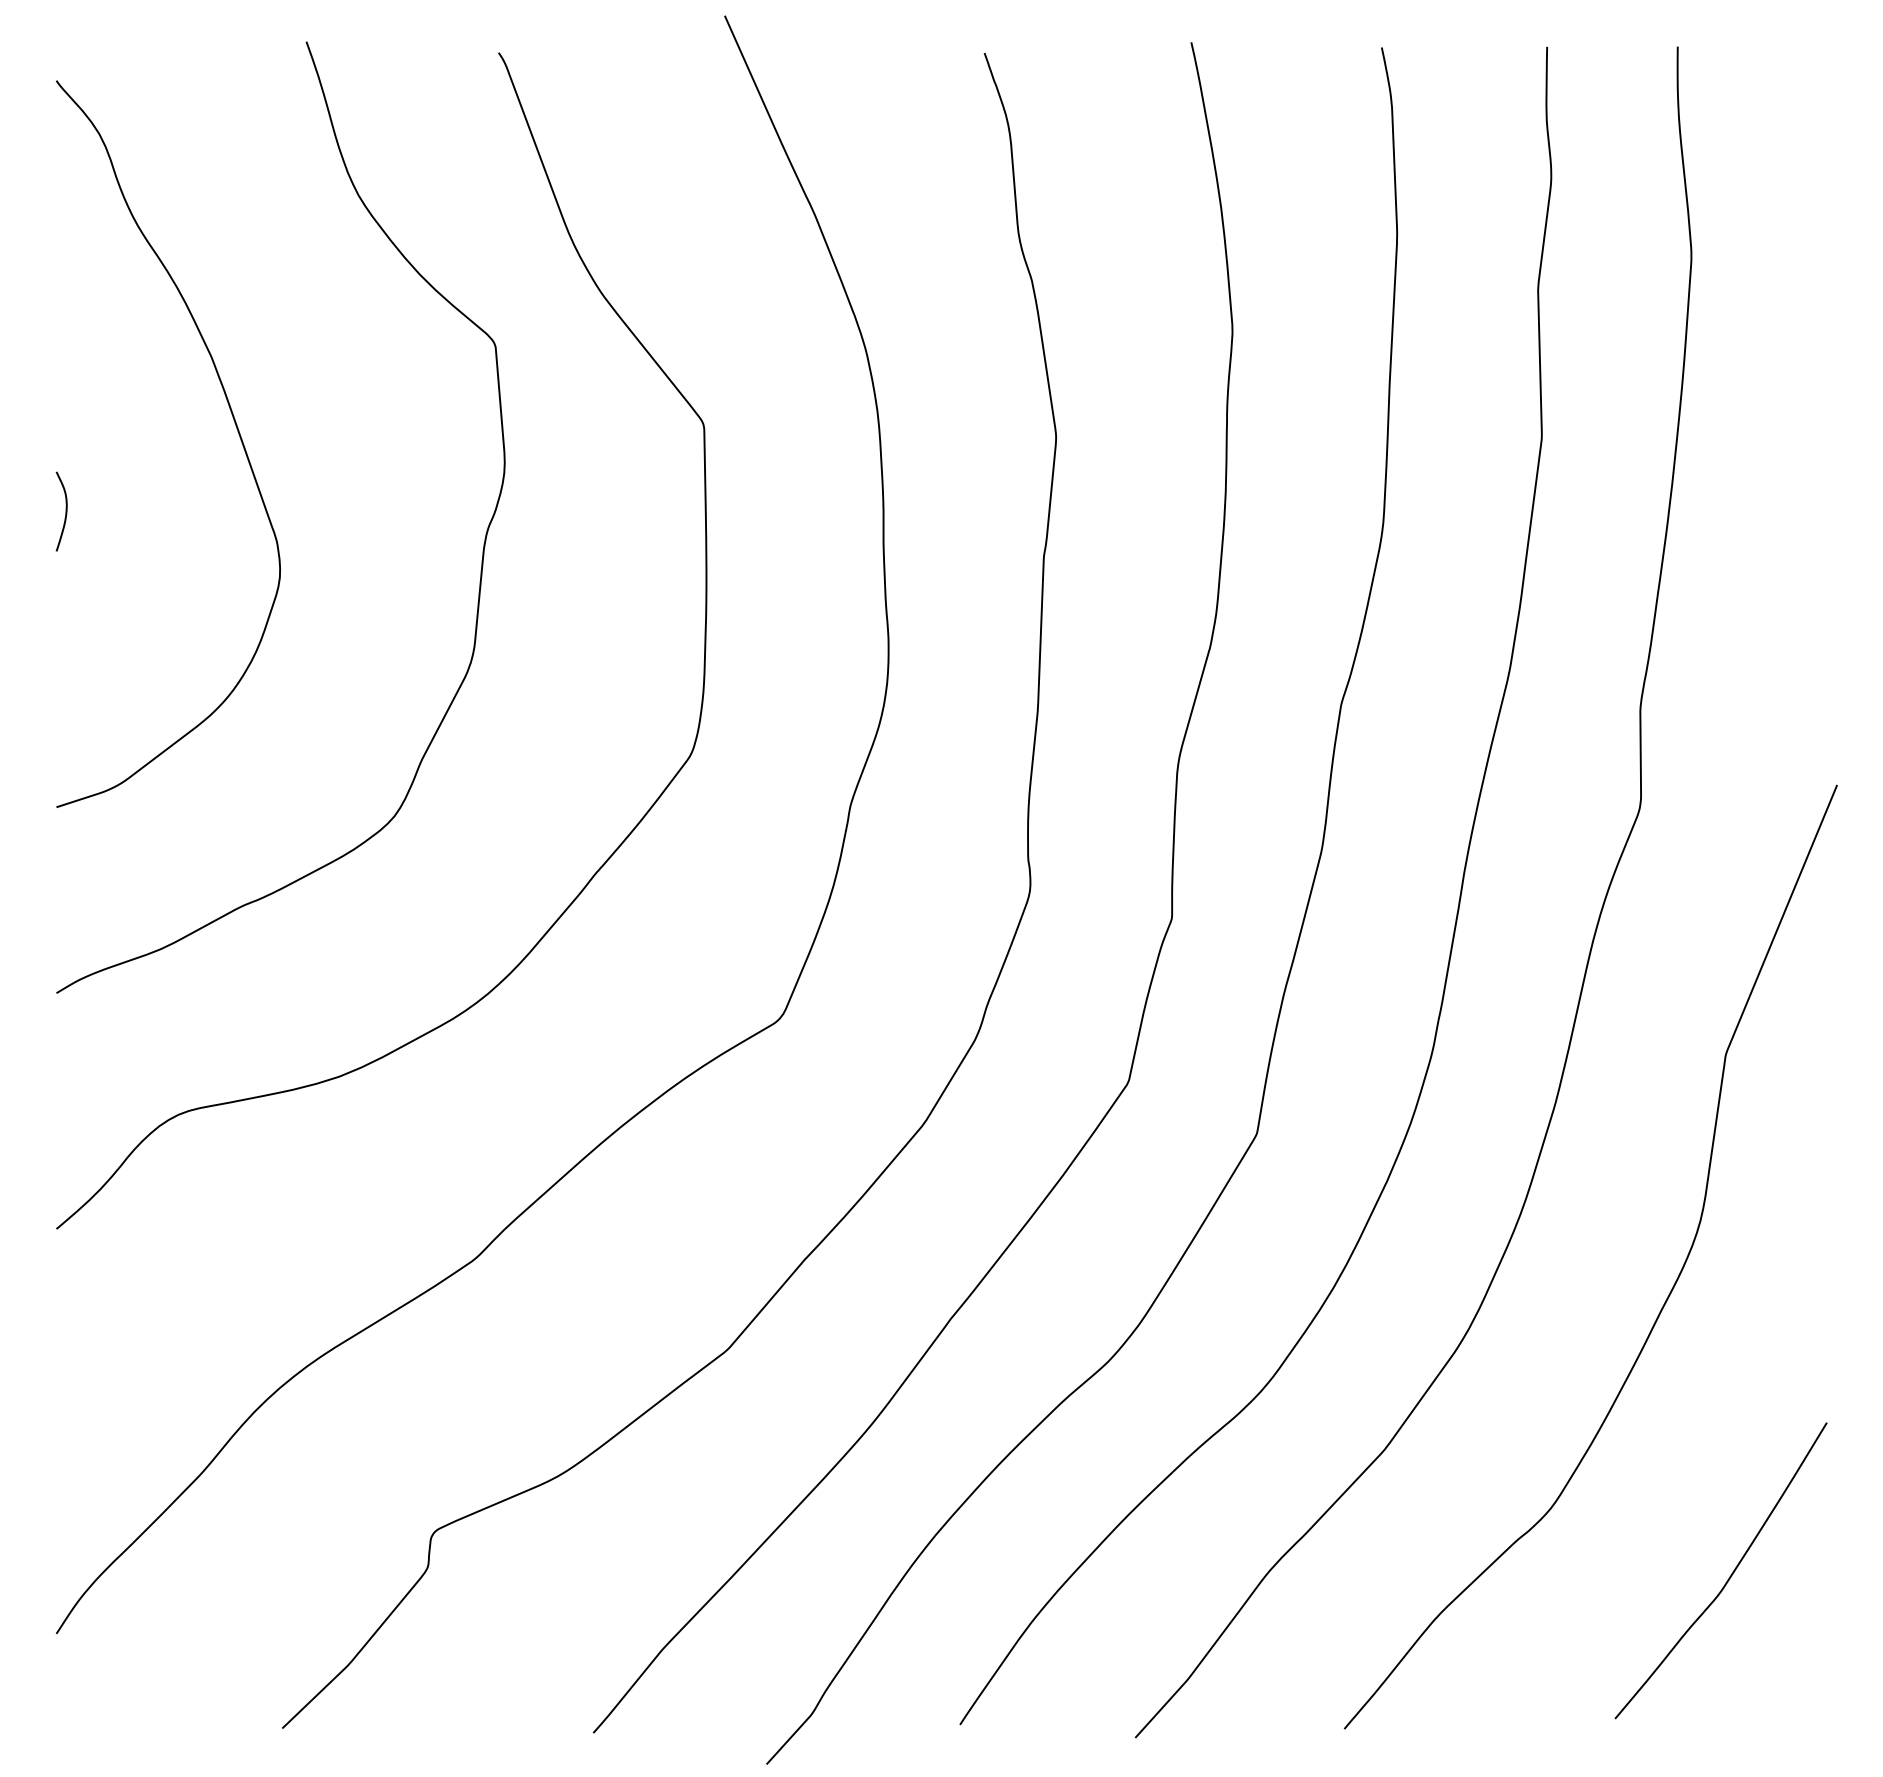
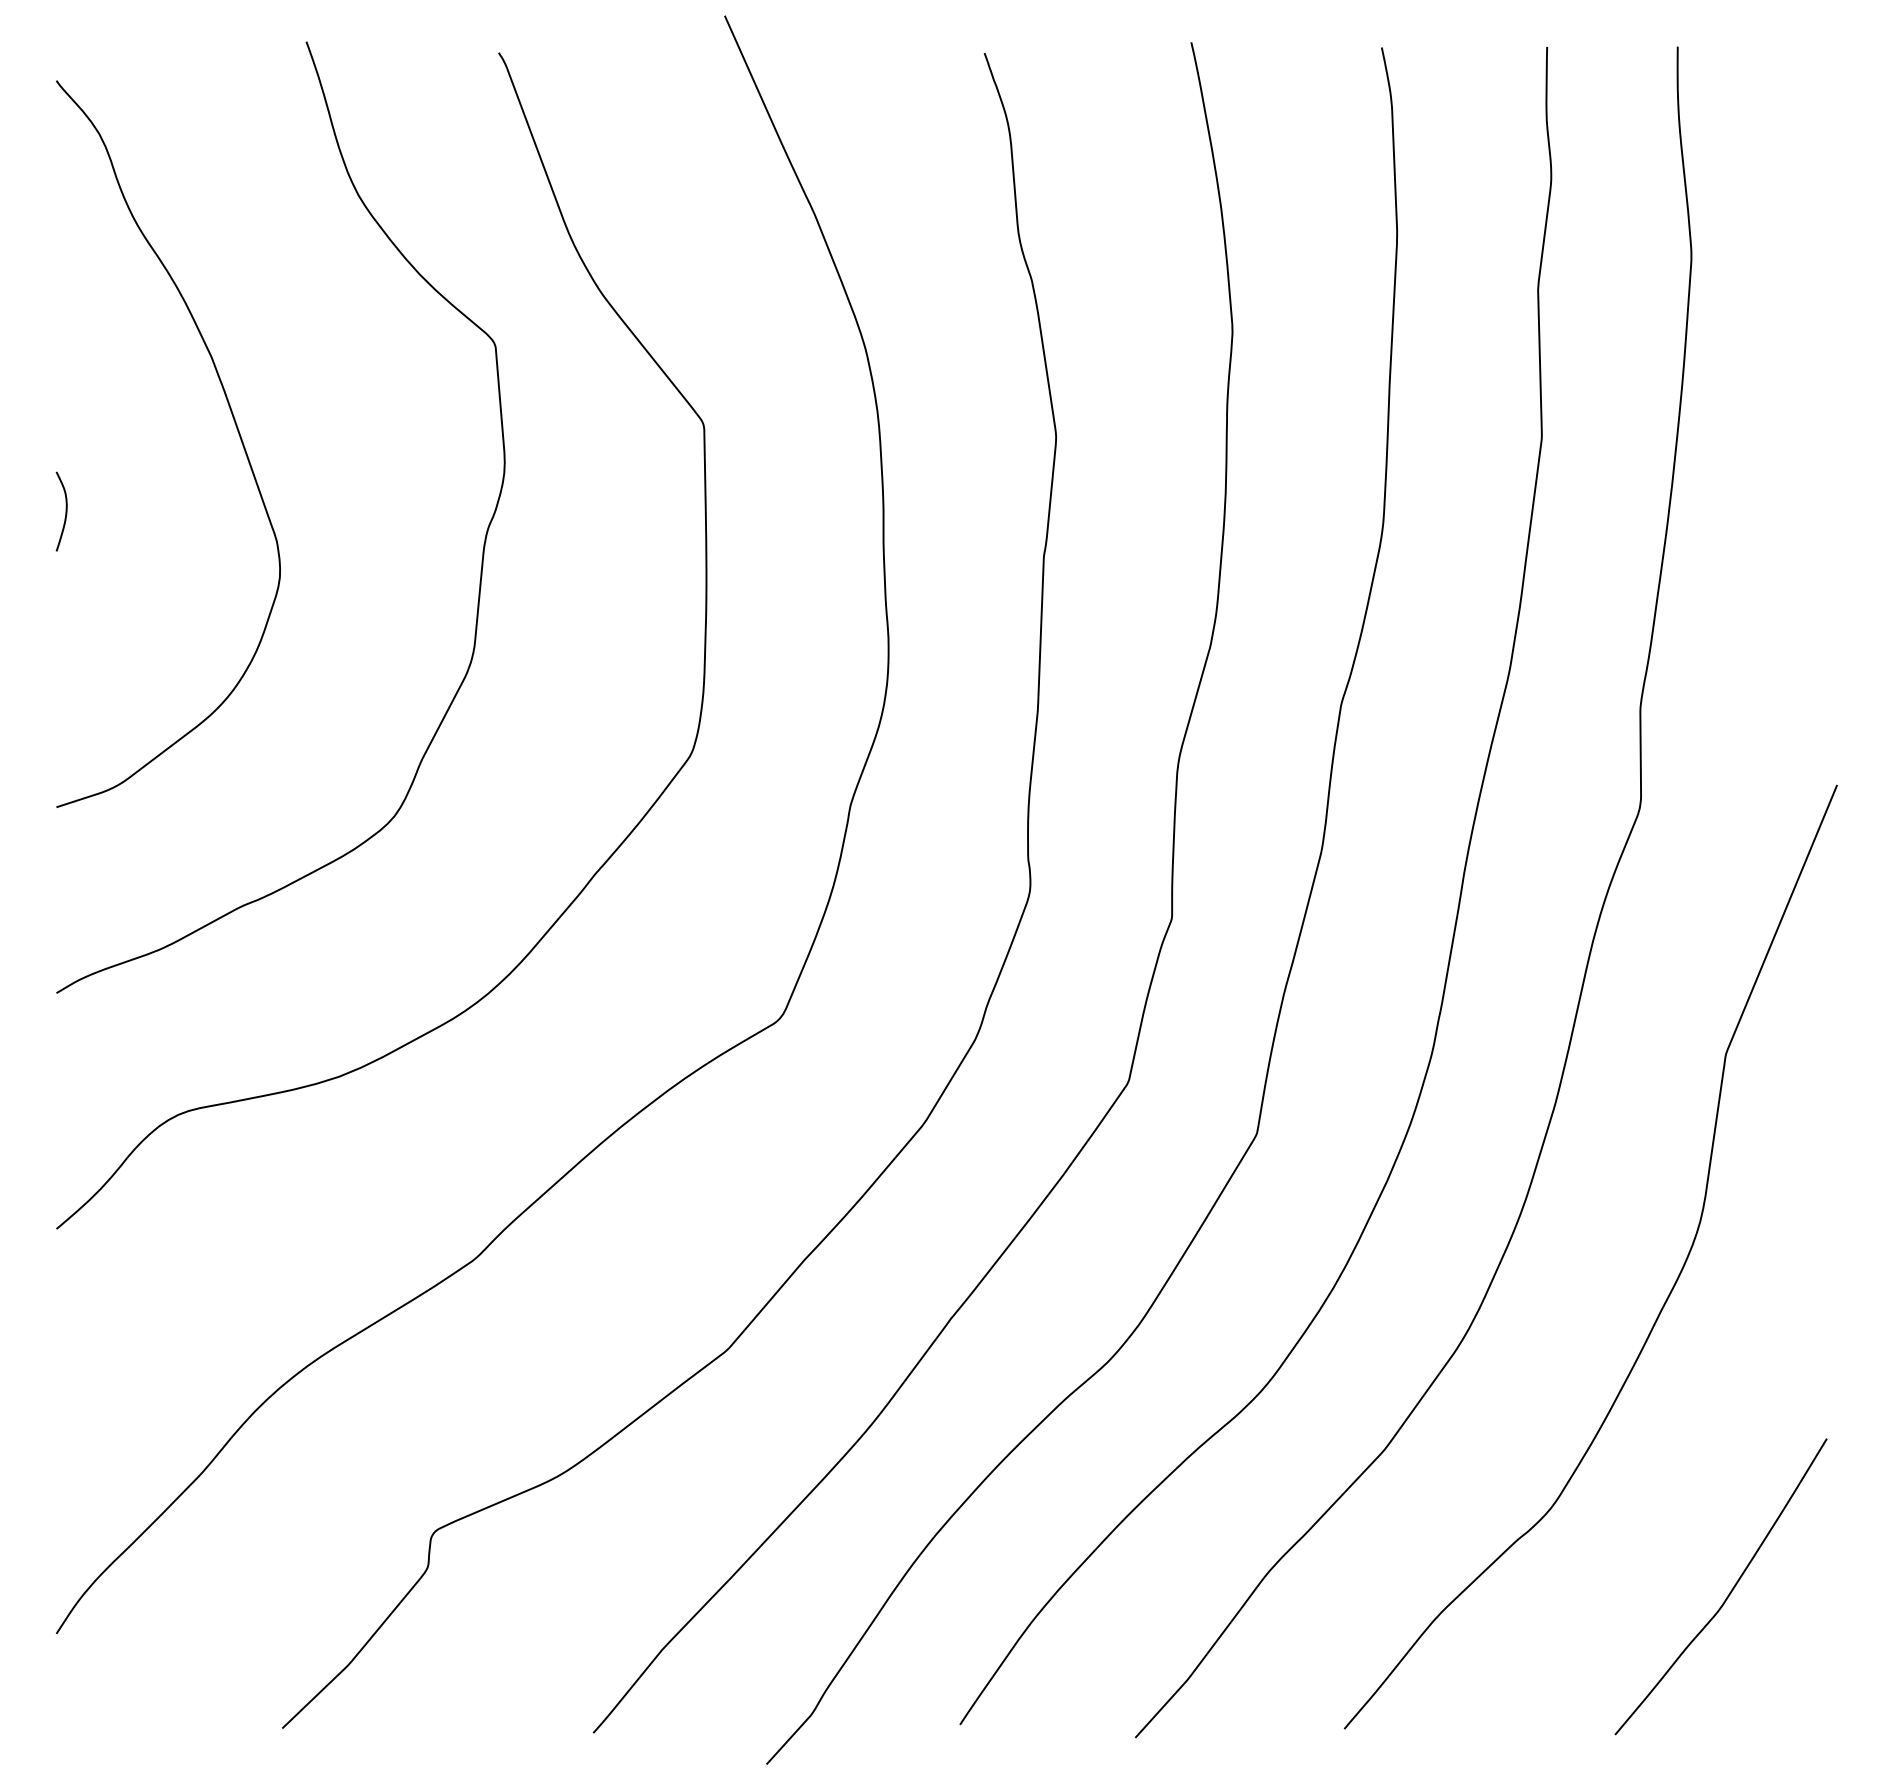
curve at (1729, 1576) position: (1729, 1576) -> (1729, 1592)
